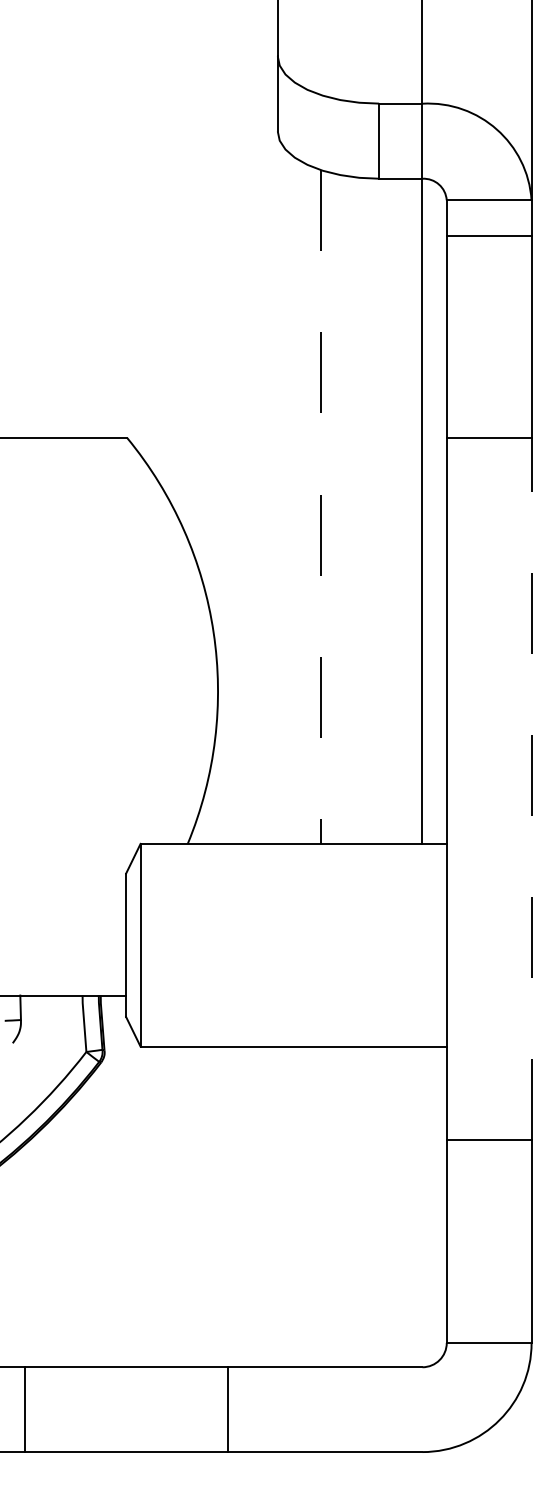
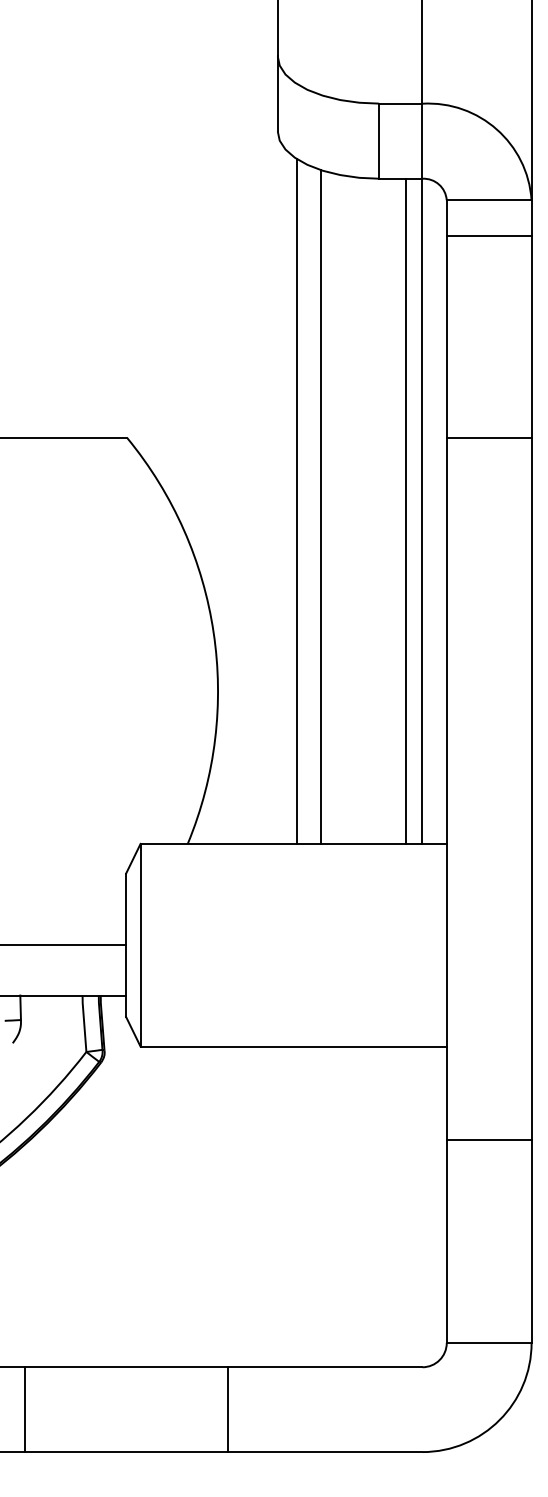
line at (296, 500): none -> present
line at (321, 507): dashed -> solid
line at (405, 510): none -> present
line at (531, 789): dashed -> solid
line at (64, 944): none -> present
